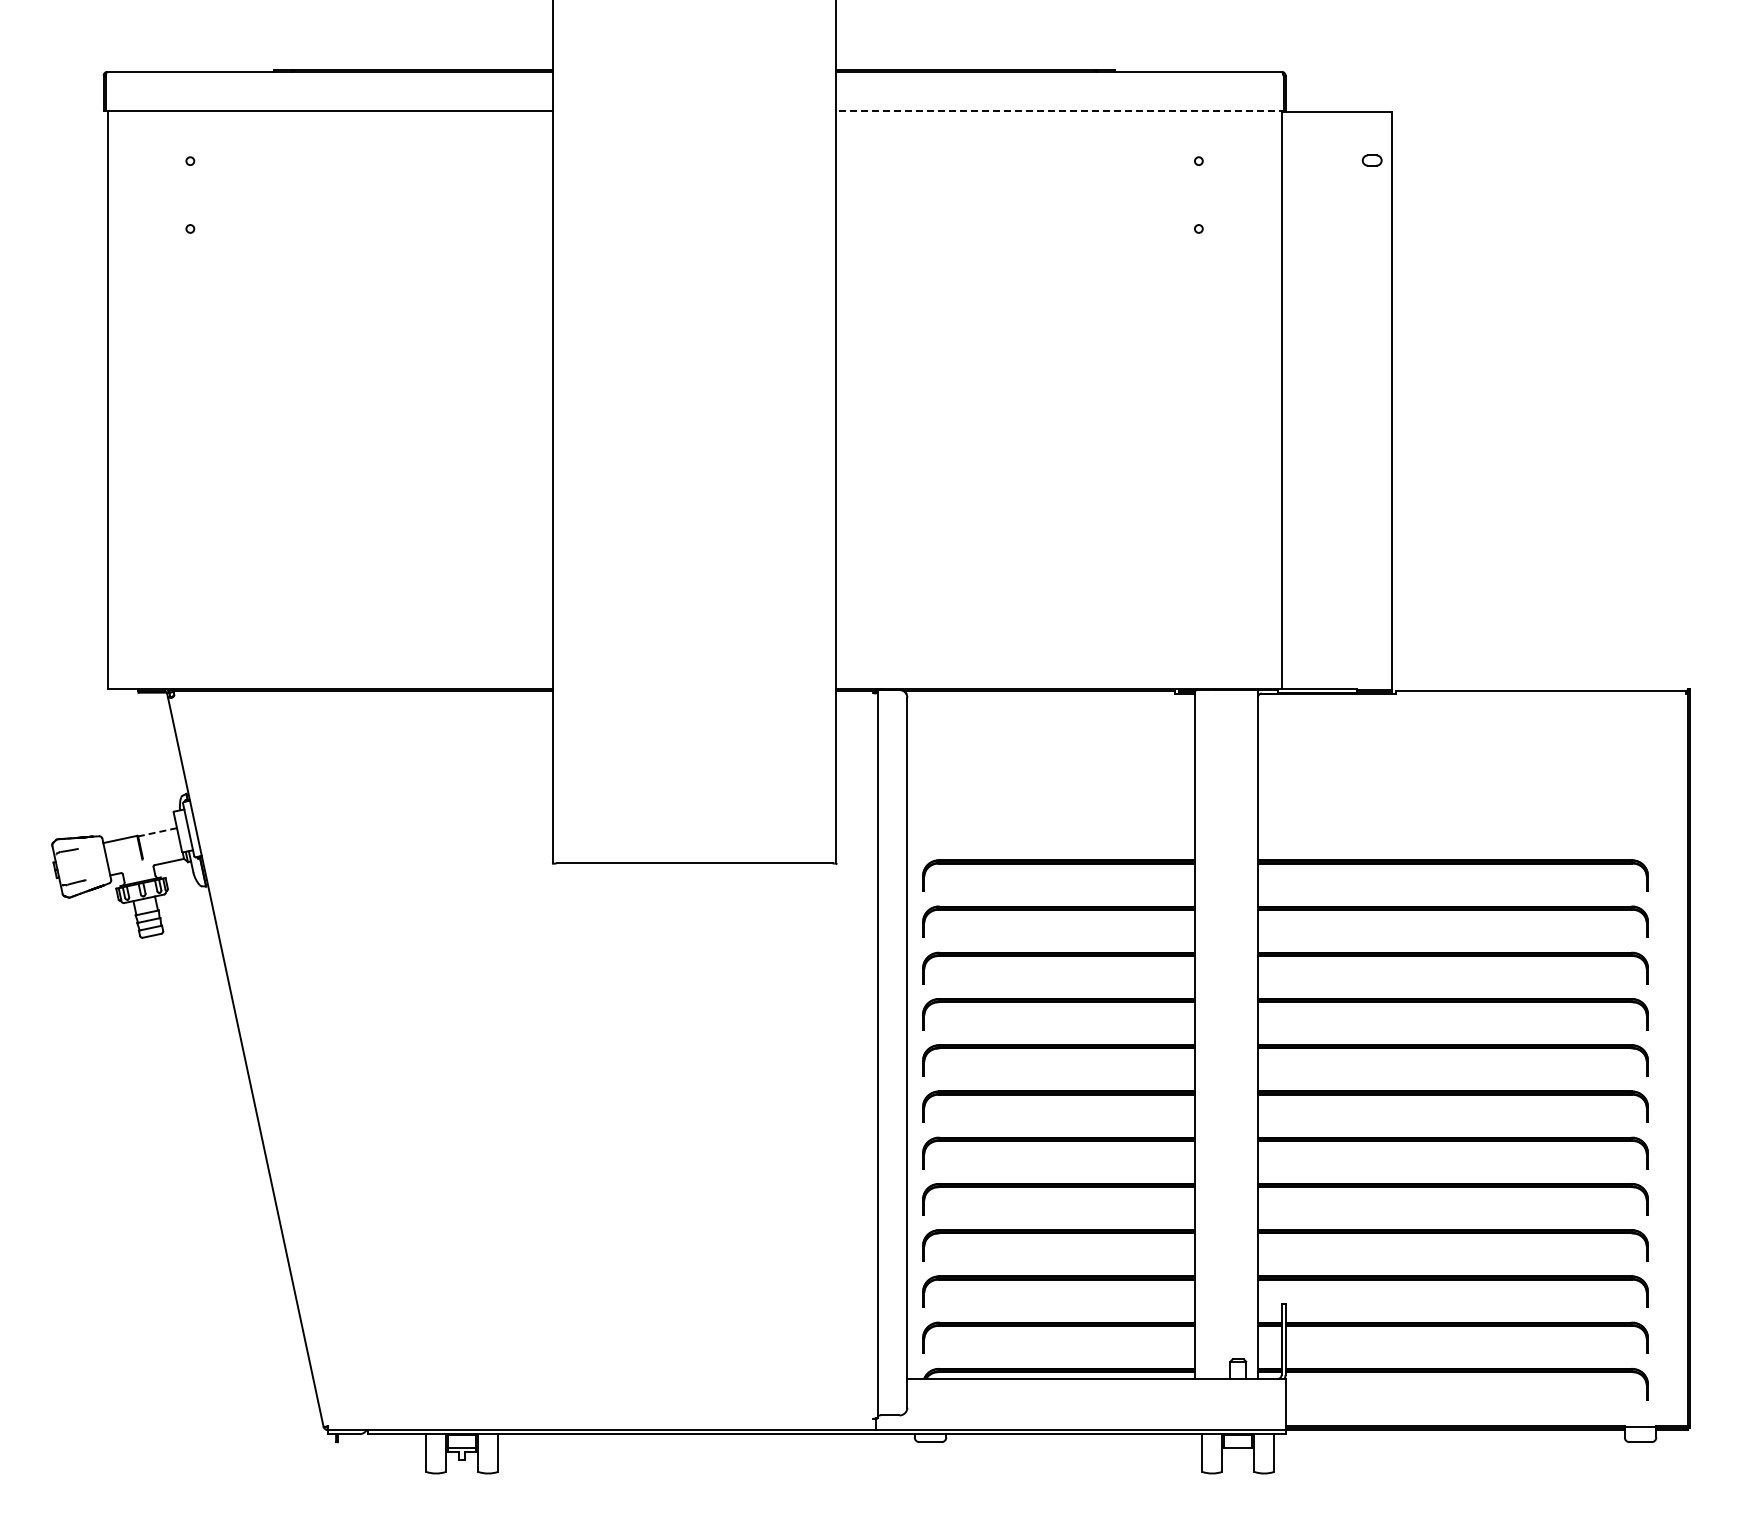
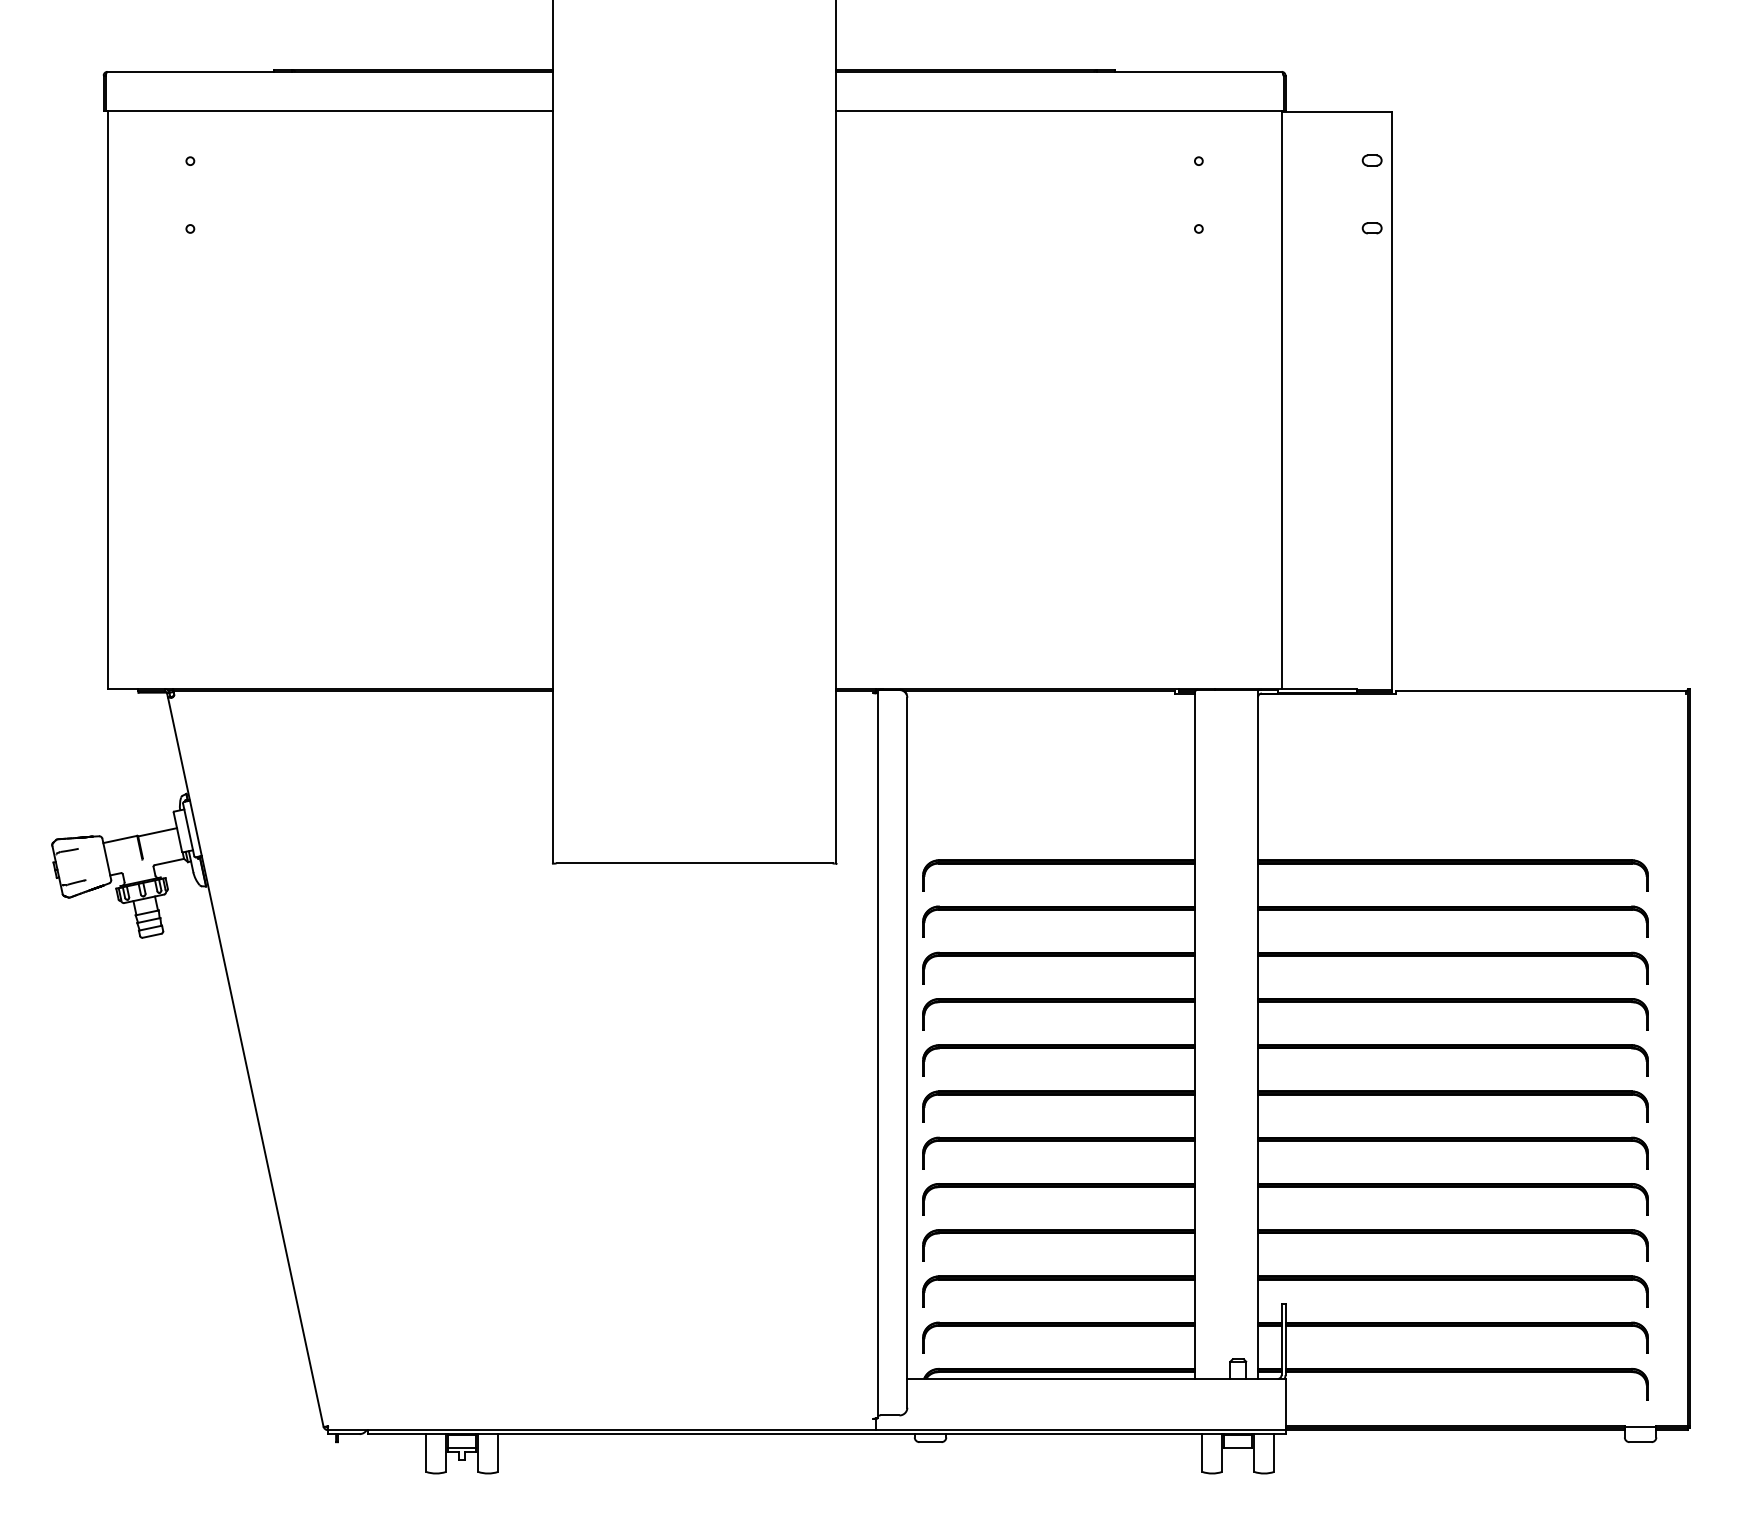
line at (1060, 111): dashed -> solid
part at (1371, 228): none -> present
line at (157, 832): dashed -> solid
